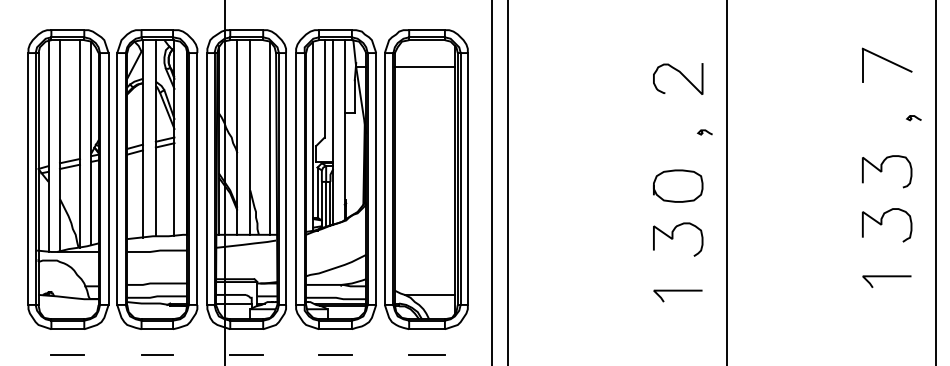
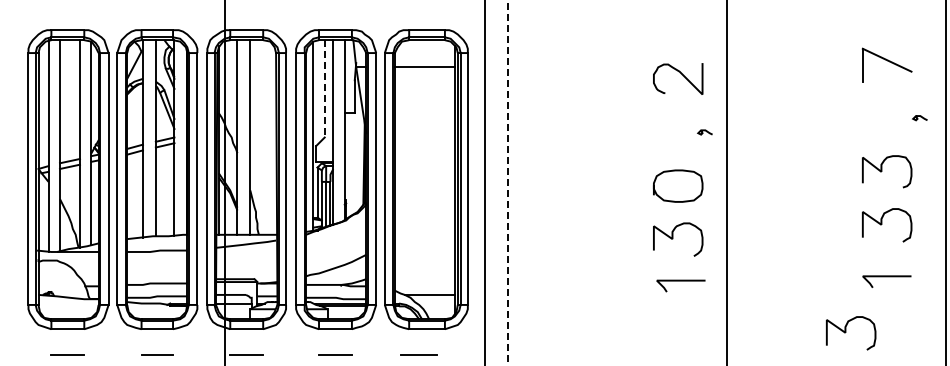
line at (324, 88): solid -> dashed
curve at (912, 118) position: (912, 118) -> (918, 118)
line at (270, 137): present -> none
line at (492, 182) position: (492, 182) -> (485, 182)
line at (935, 182) position: (935, 182) -> (945, 182)
line at (507, 183): solid -> dashed
curve at (677, 291) position: (677, 291) -> (680, 281)
curve at (846, 332): none -> present
line at (426, 354) position: (426, 354) -> (418, 354)
